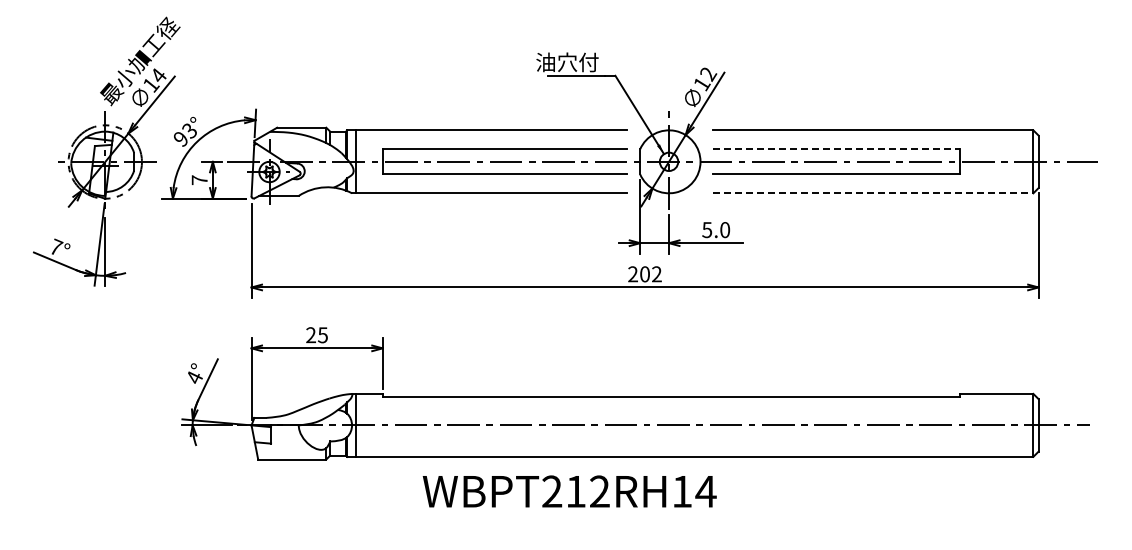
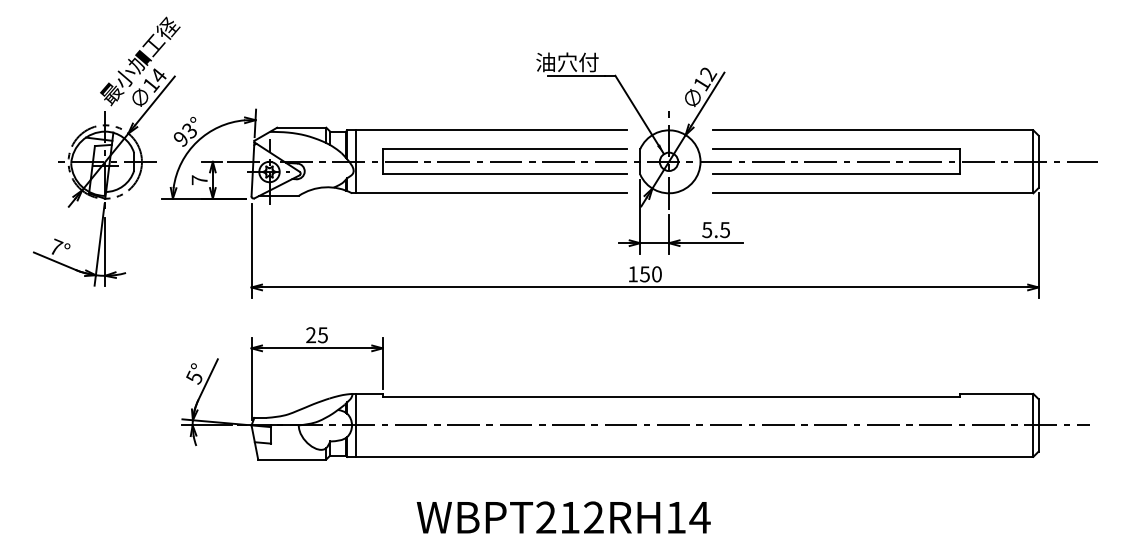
line at (836, 149): dashed -> solid
line at (873, 193): dashed -> solid
text at (725, 230): 5.0 -> 5.5
text at (644, 274): 202 -> 150
text at (194, 377): 4° -> 5°
text at (569, 491) position: (569, 491) -> (563, 517)
